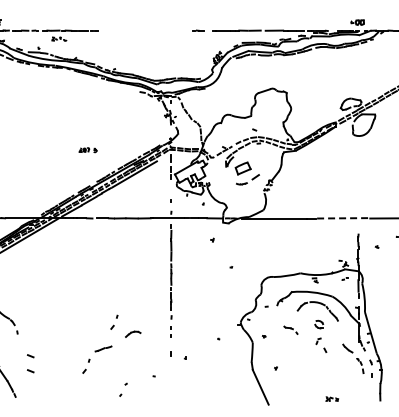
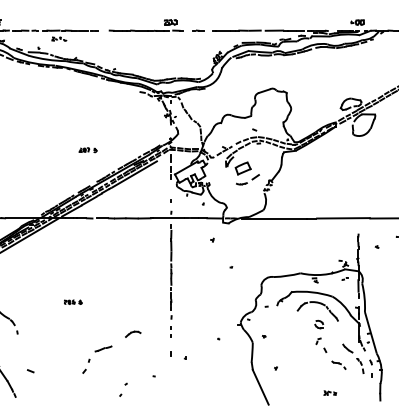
part at (145, 25): none -> present
line at (343, 218): dashed -> solid
part at (73, 301): none -> present
part at (114, 321): present -> none
part at (290, 329) position: (290, 329) -> (338, 364)
line at (30, 356): present -> none
part at (332, 398) position: (332, 398) -> (330, 392)
